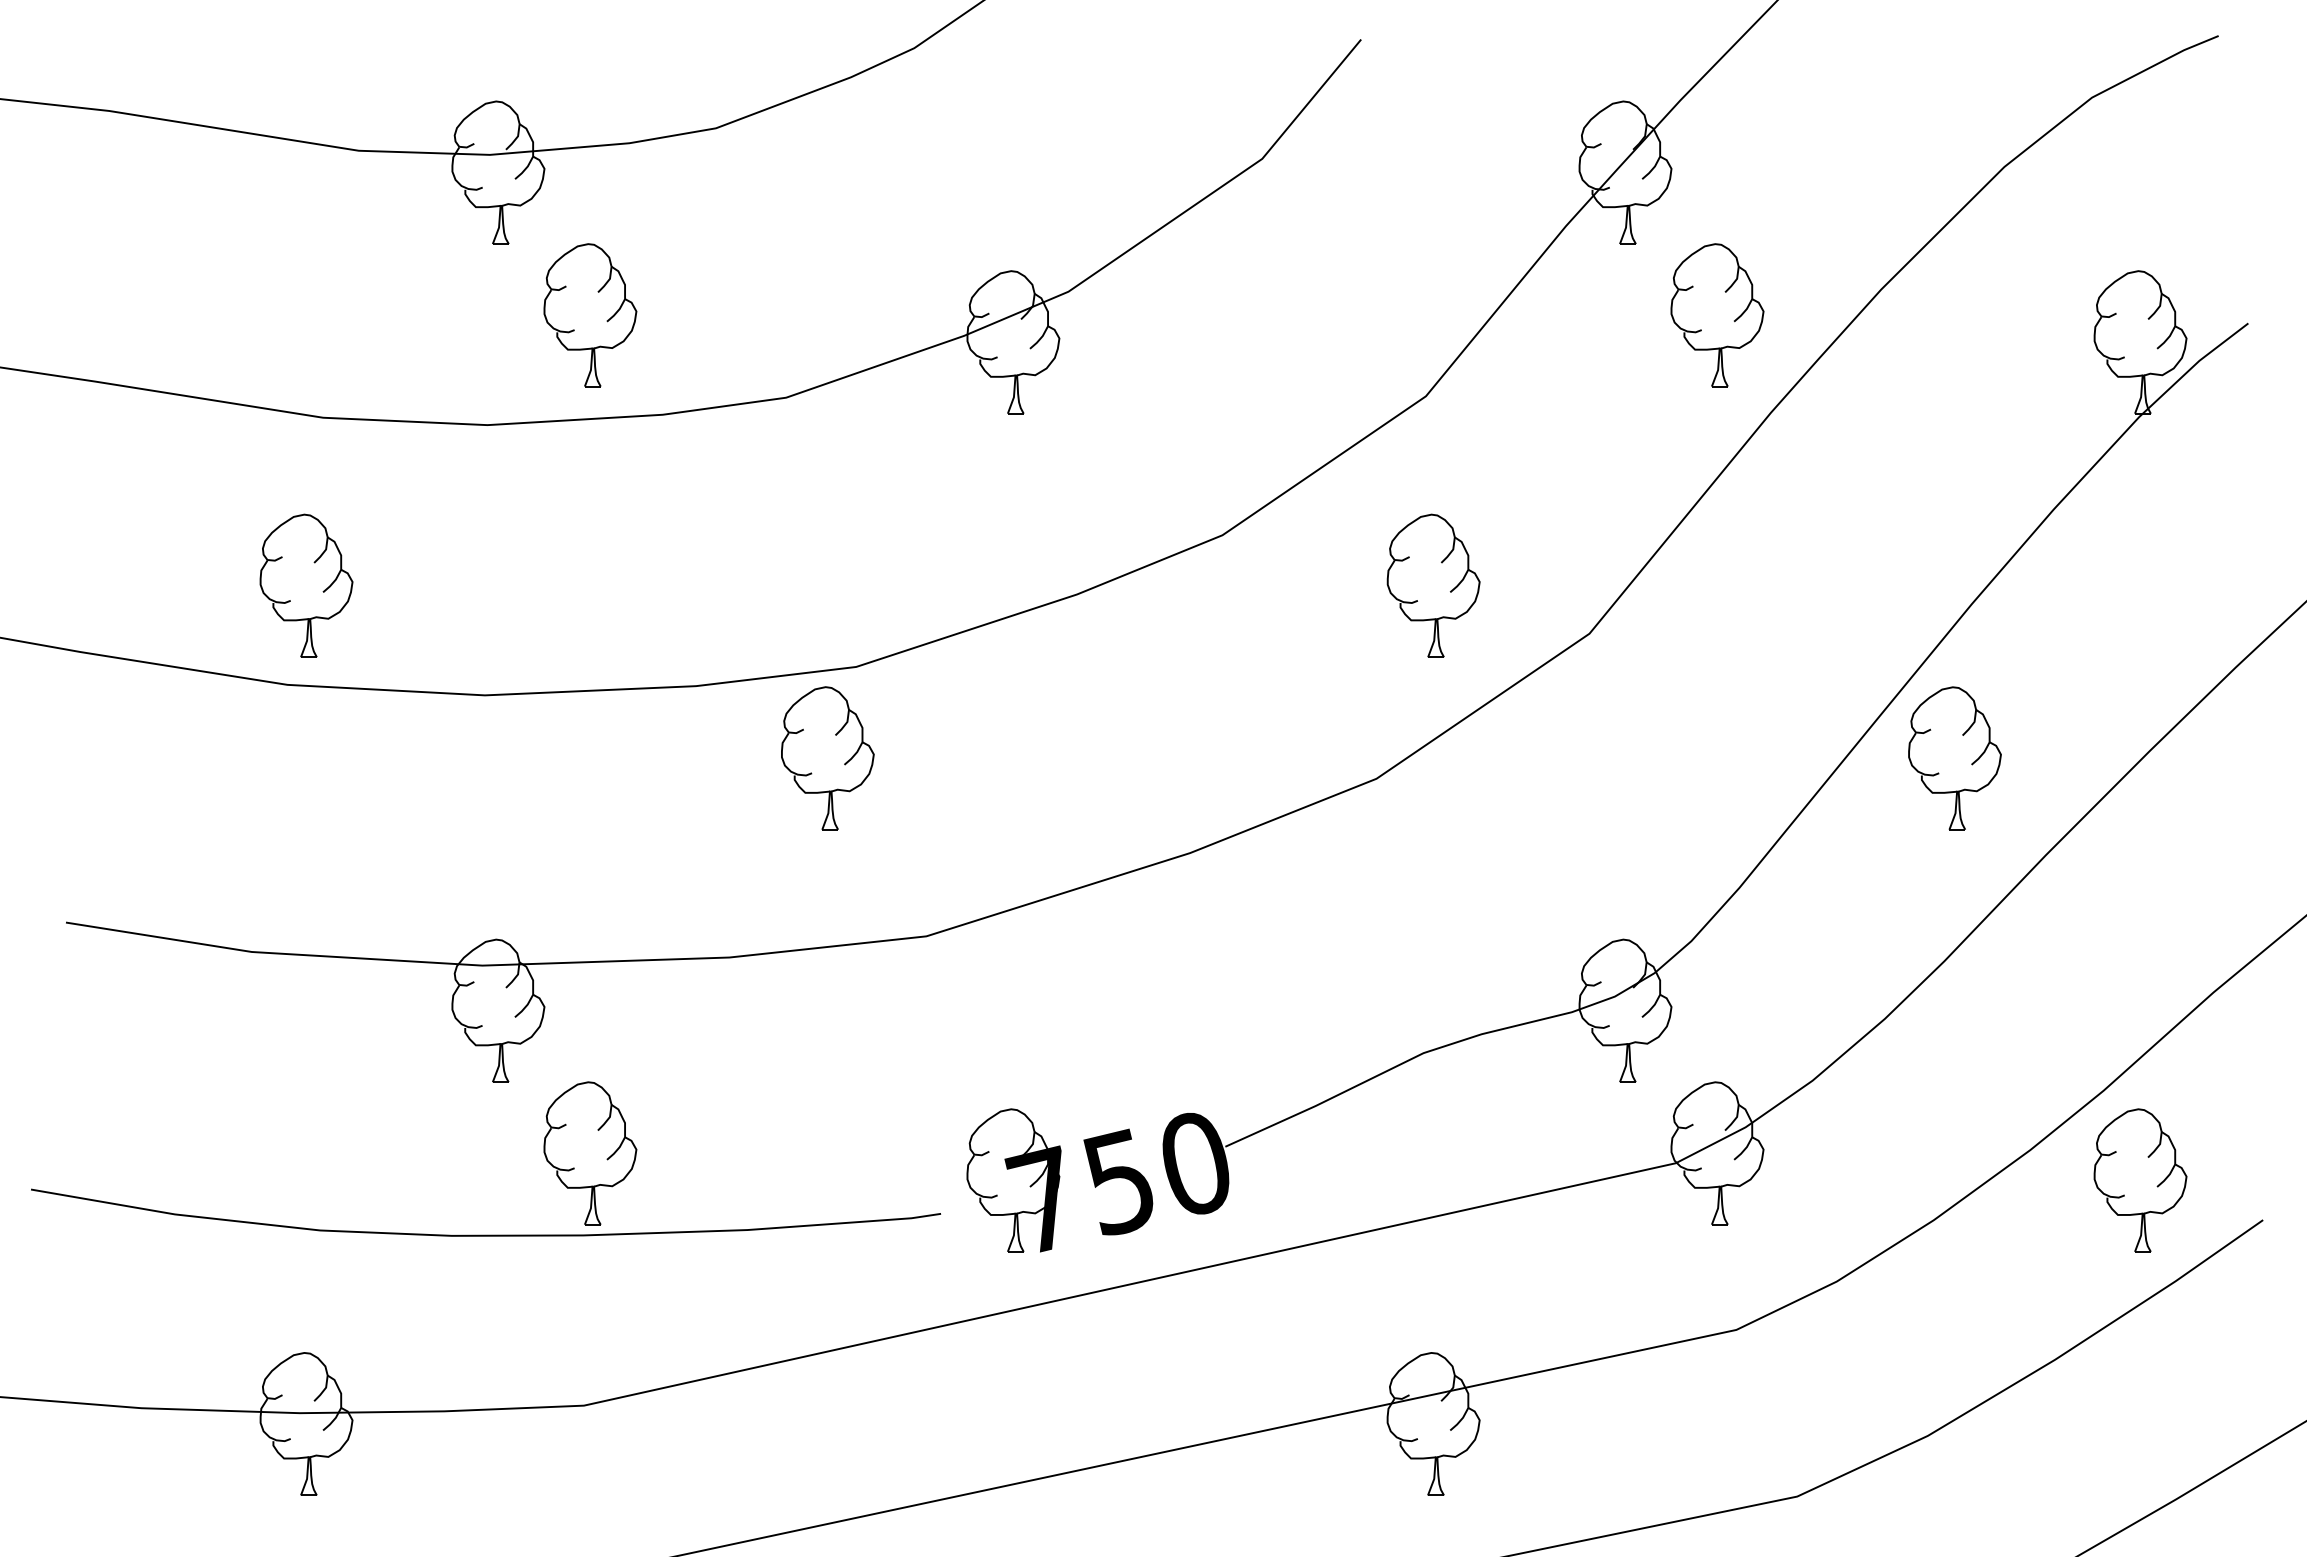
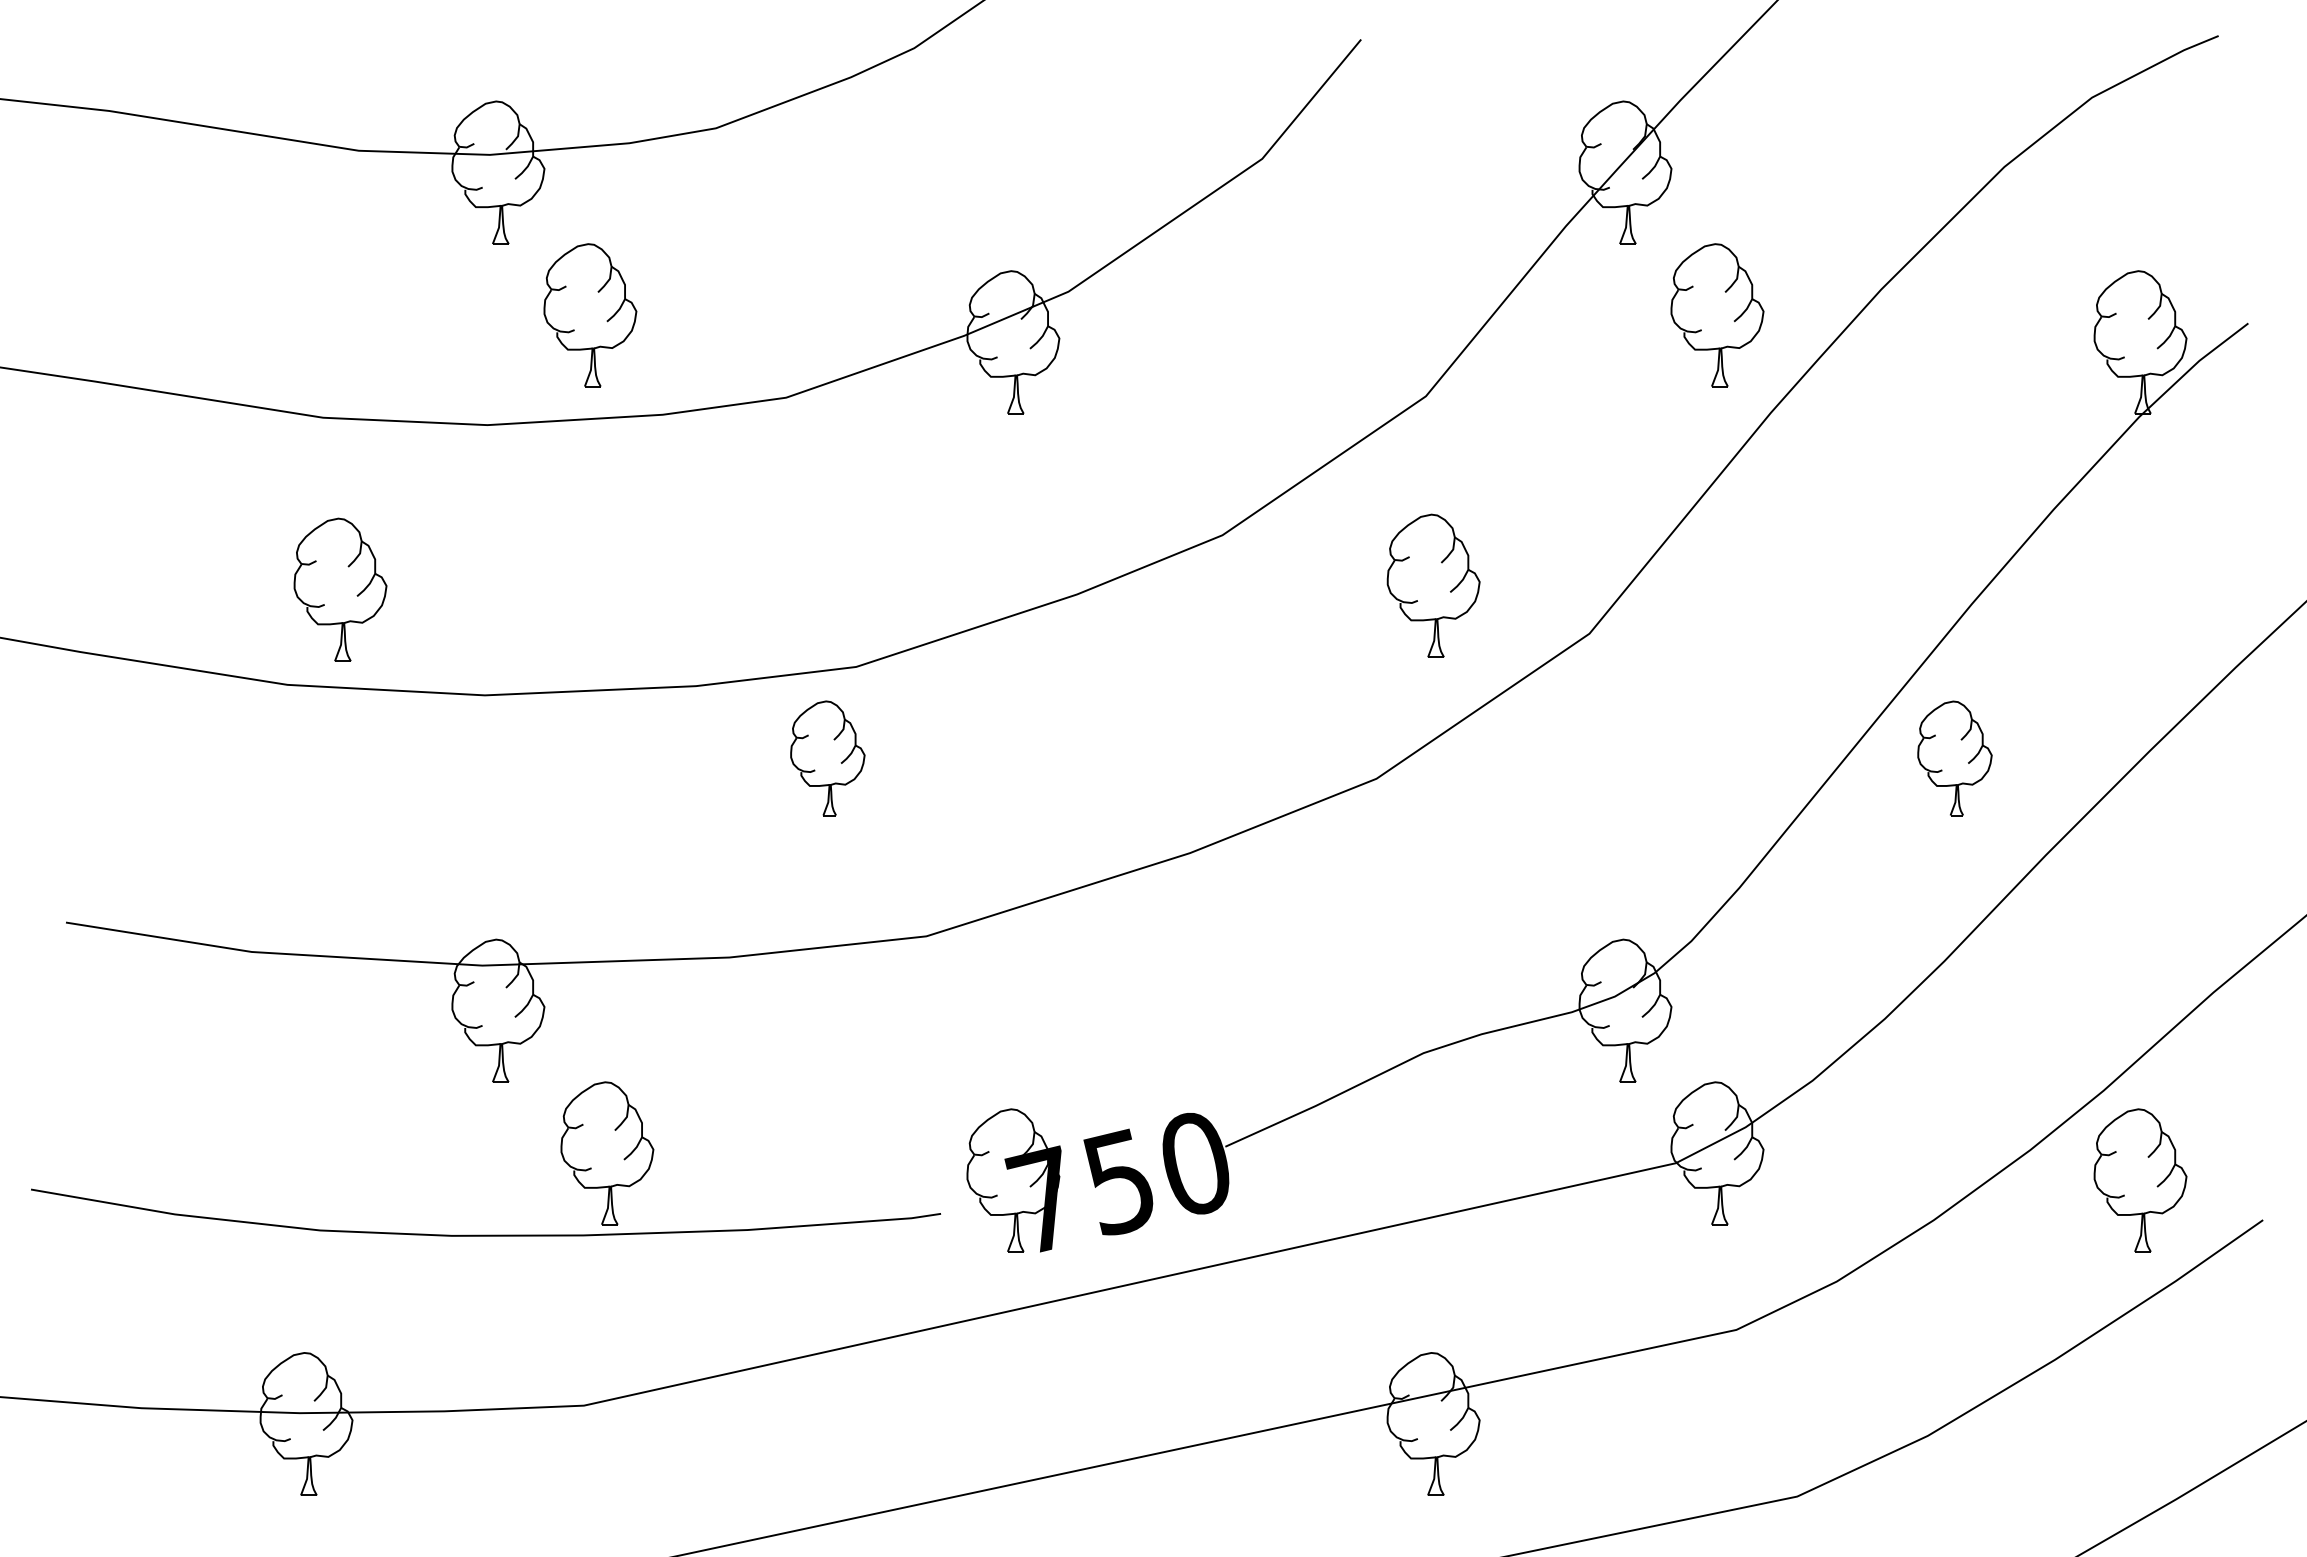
part at (306, 585) position: (306, 585) -> (340, 589)
part at (827, 758) size: 94x145 px -> 76x117 px
part at (1954, 758) size: 94x145 px -> 76x117 px
part at (590, 1153) position: (590, 1153) -> (607, 1153)
